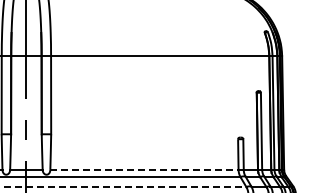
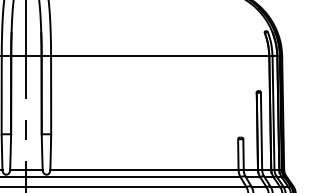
line at (144, 169): dashed -> solid
line at (123, 187): dashed -> solid
